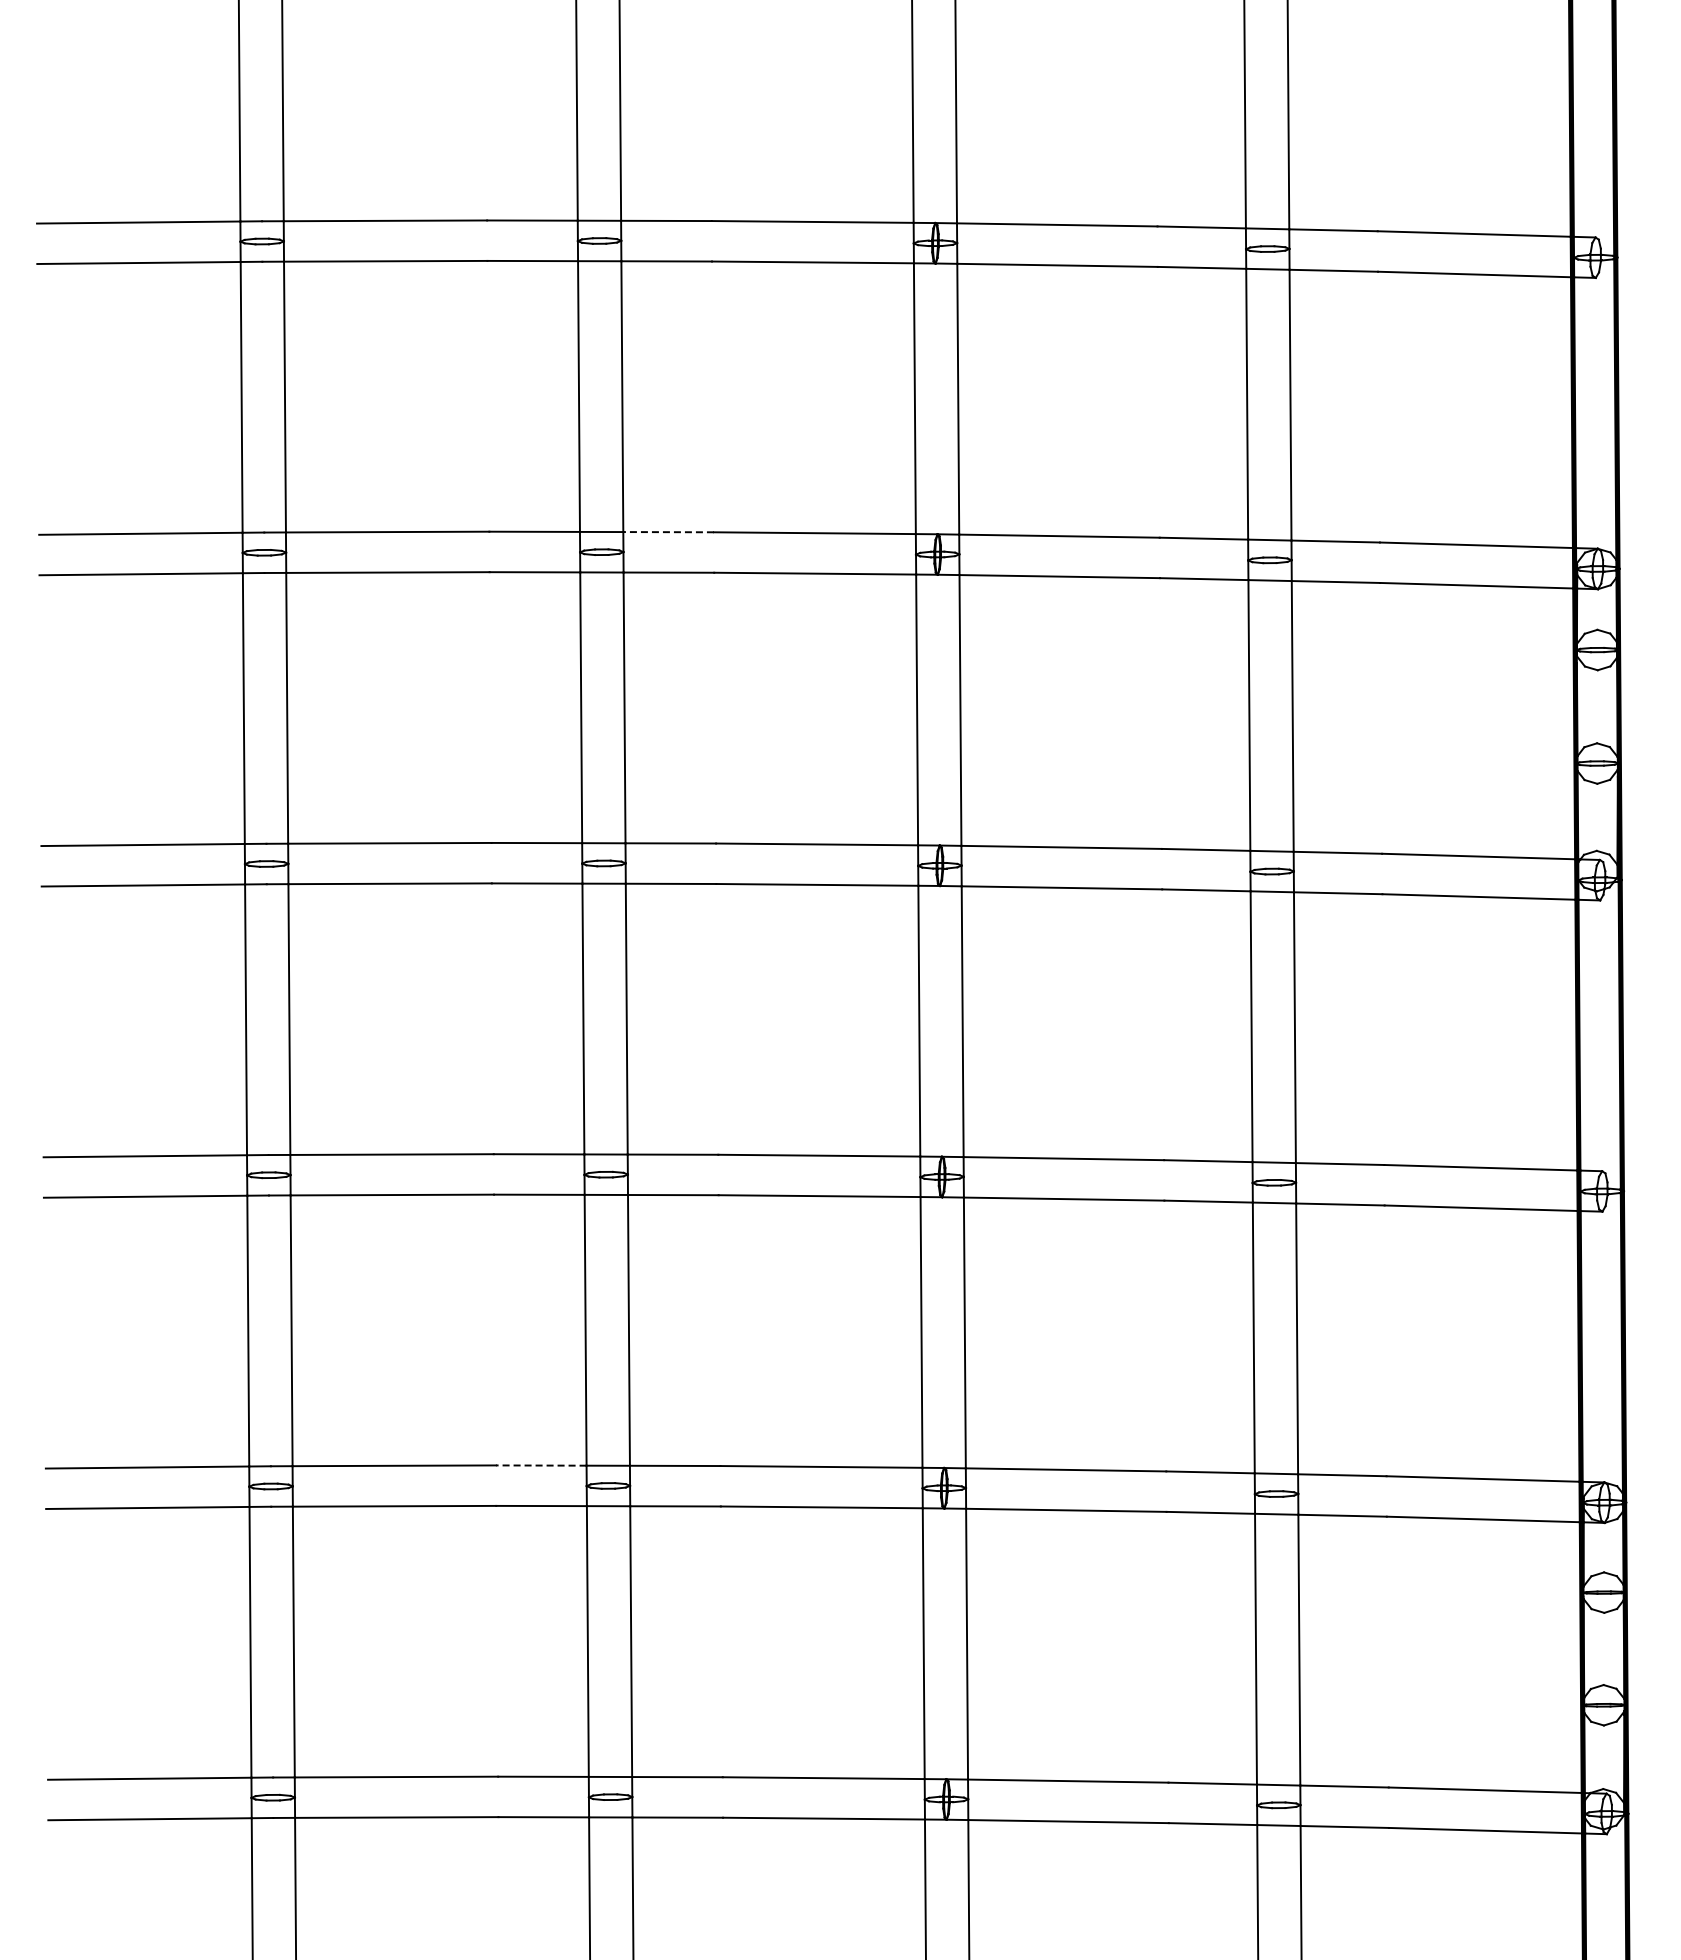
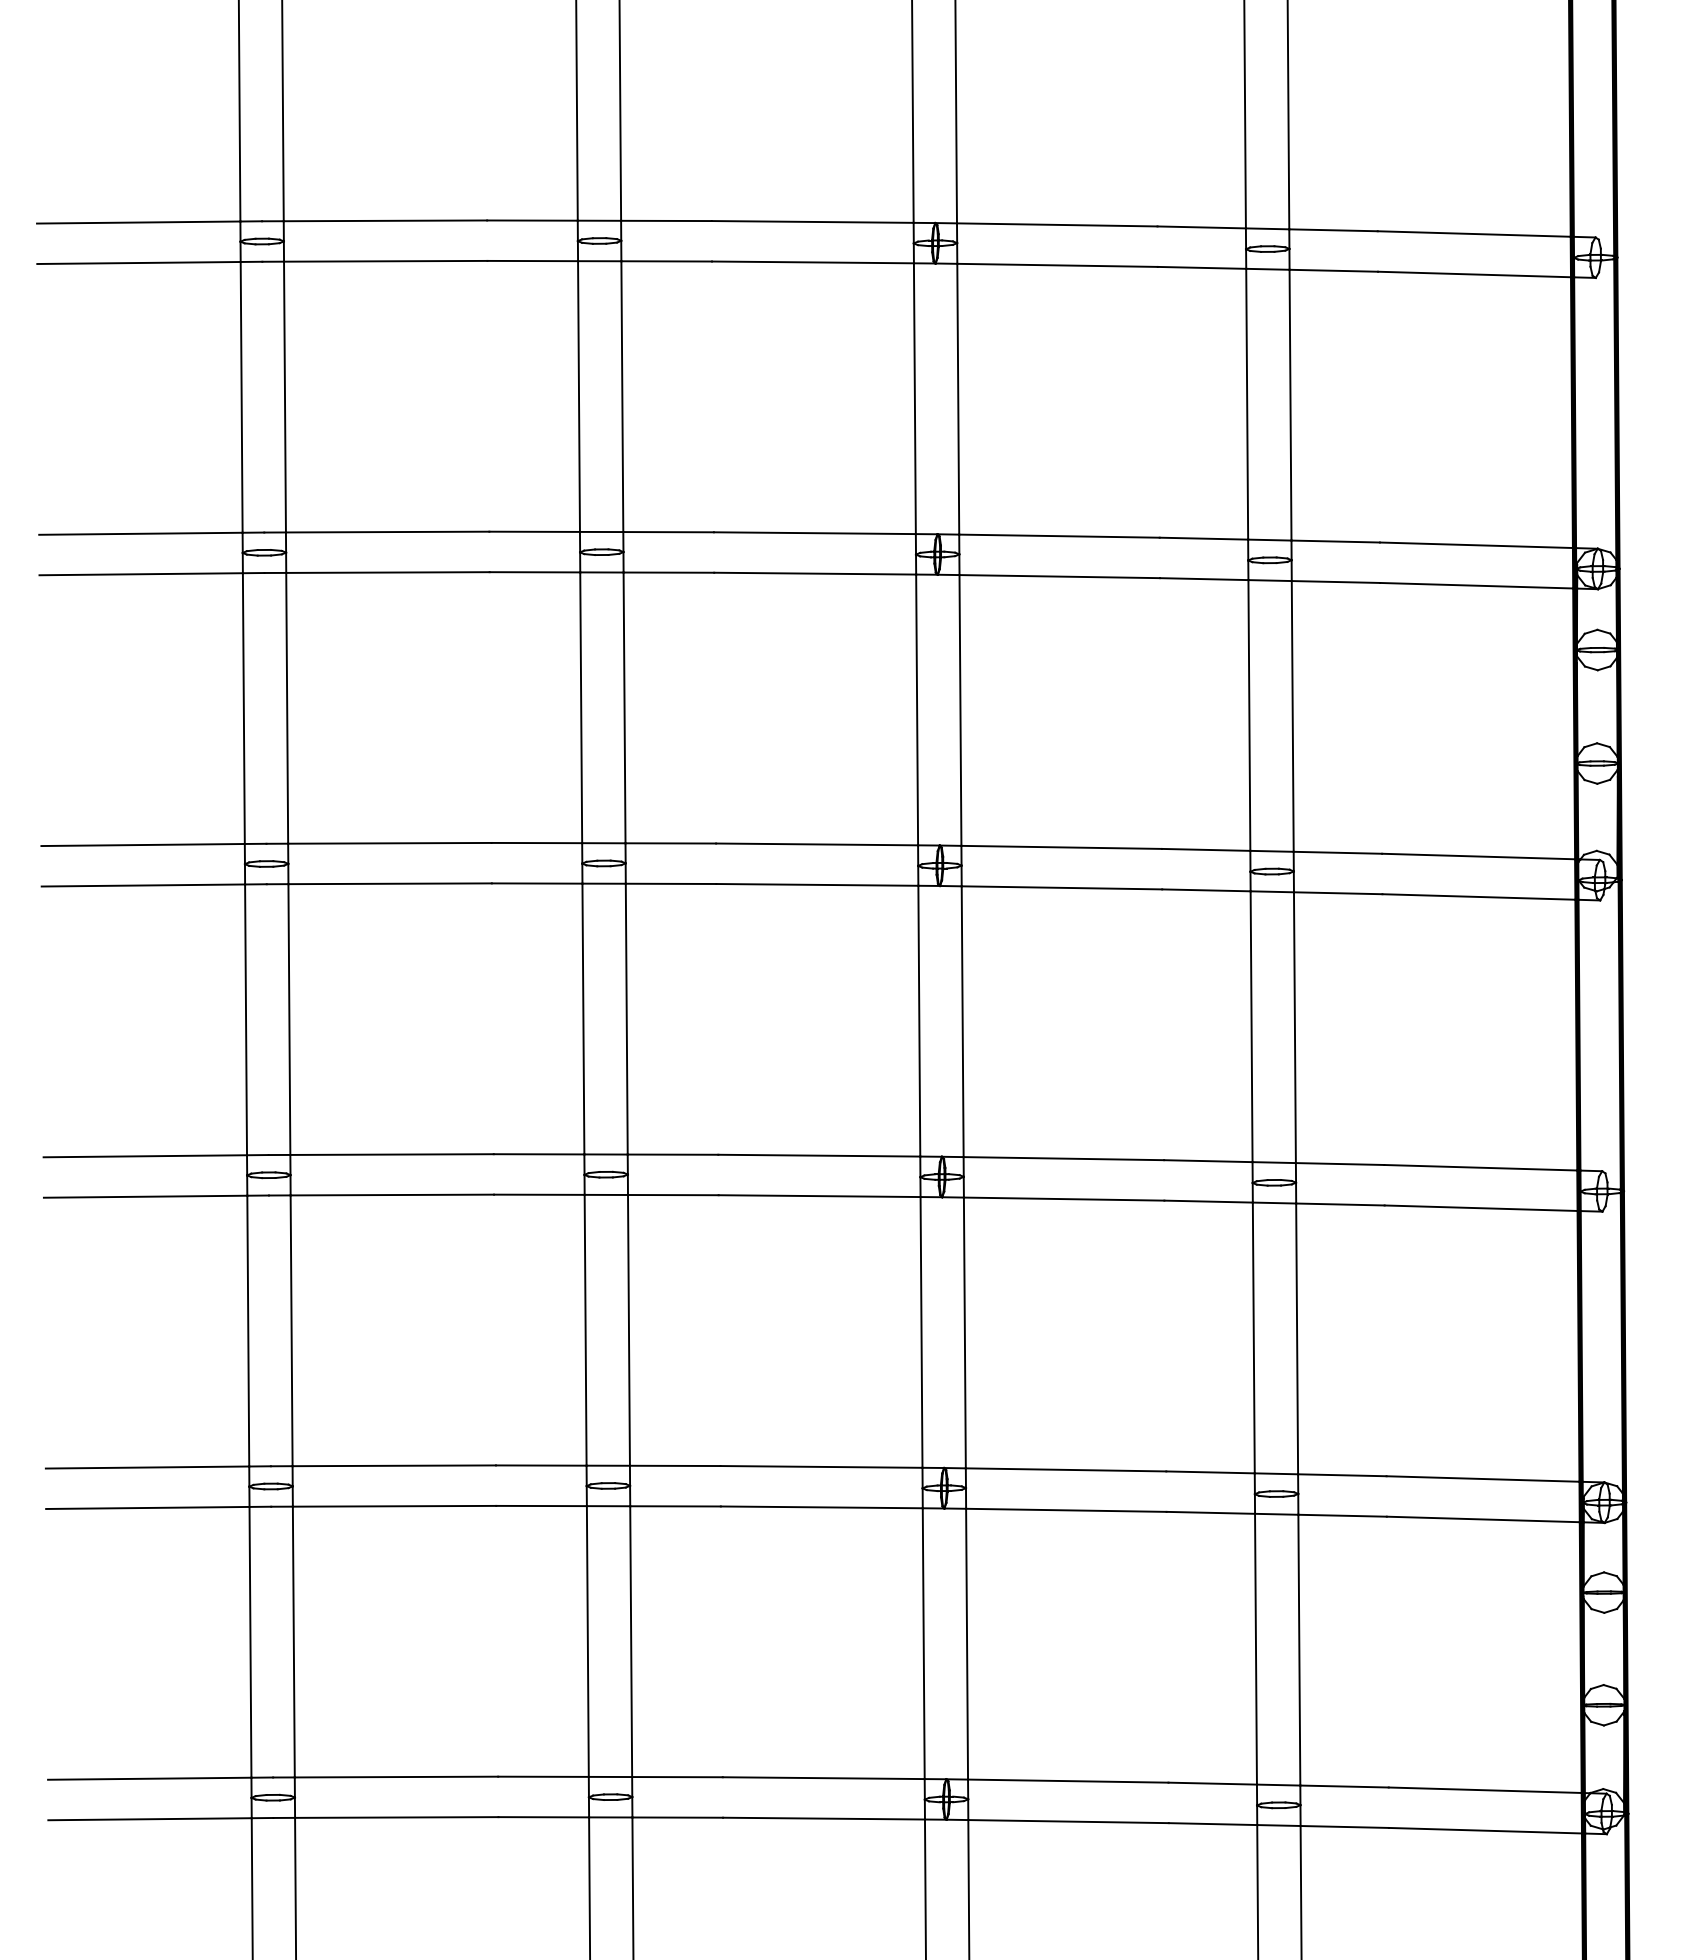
line at (668, 532): dashed -> solid
line at (540, 1465): dashed -> solid
